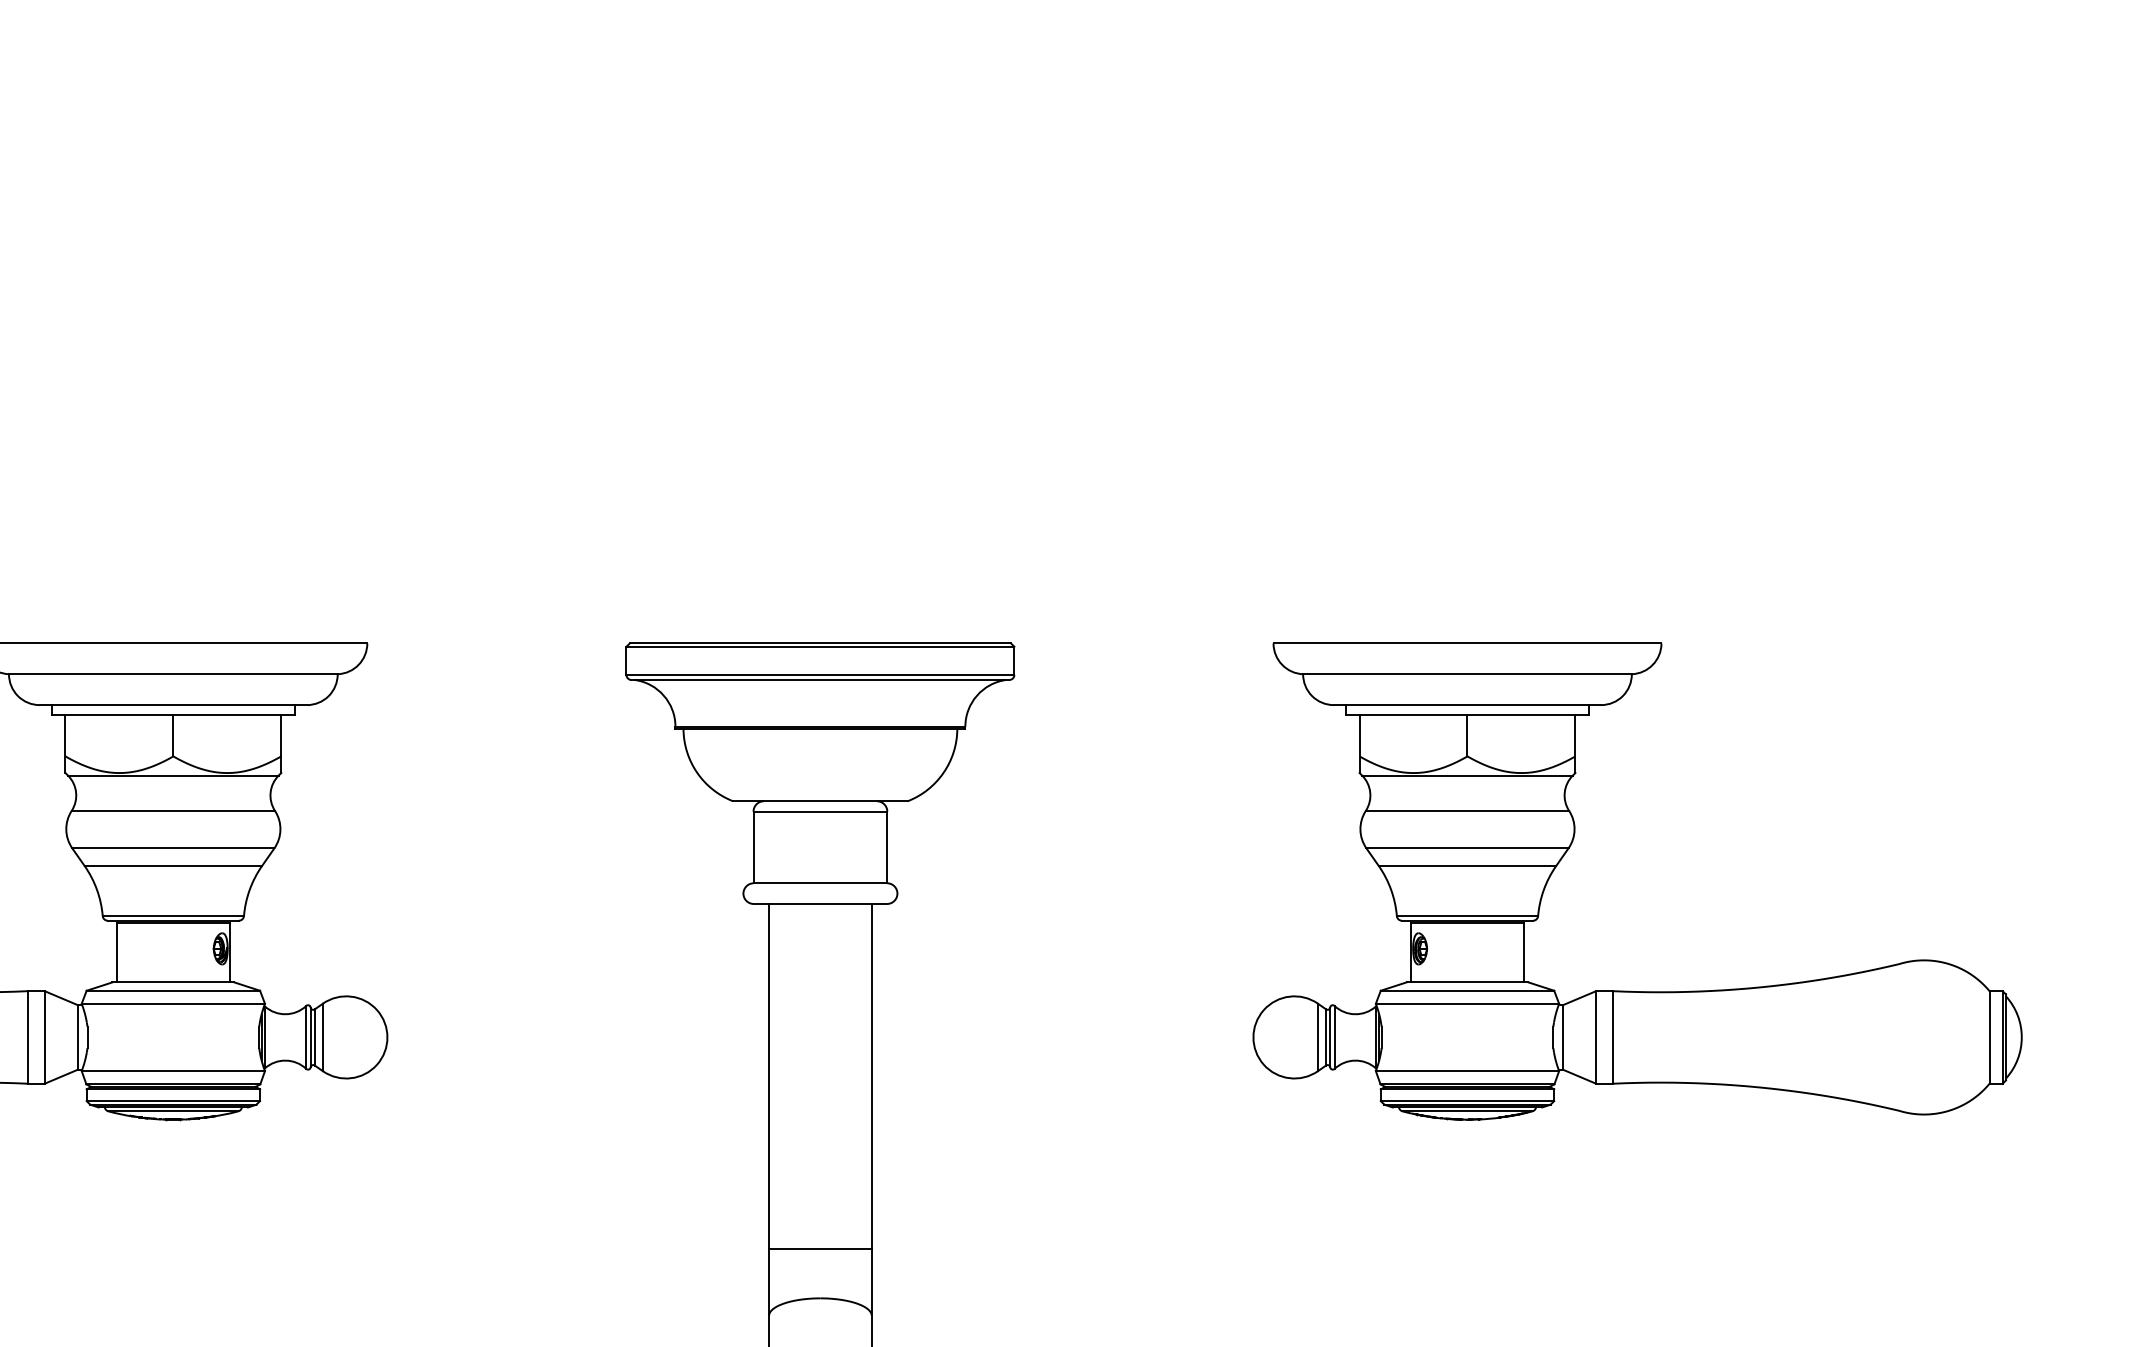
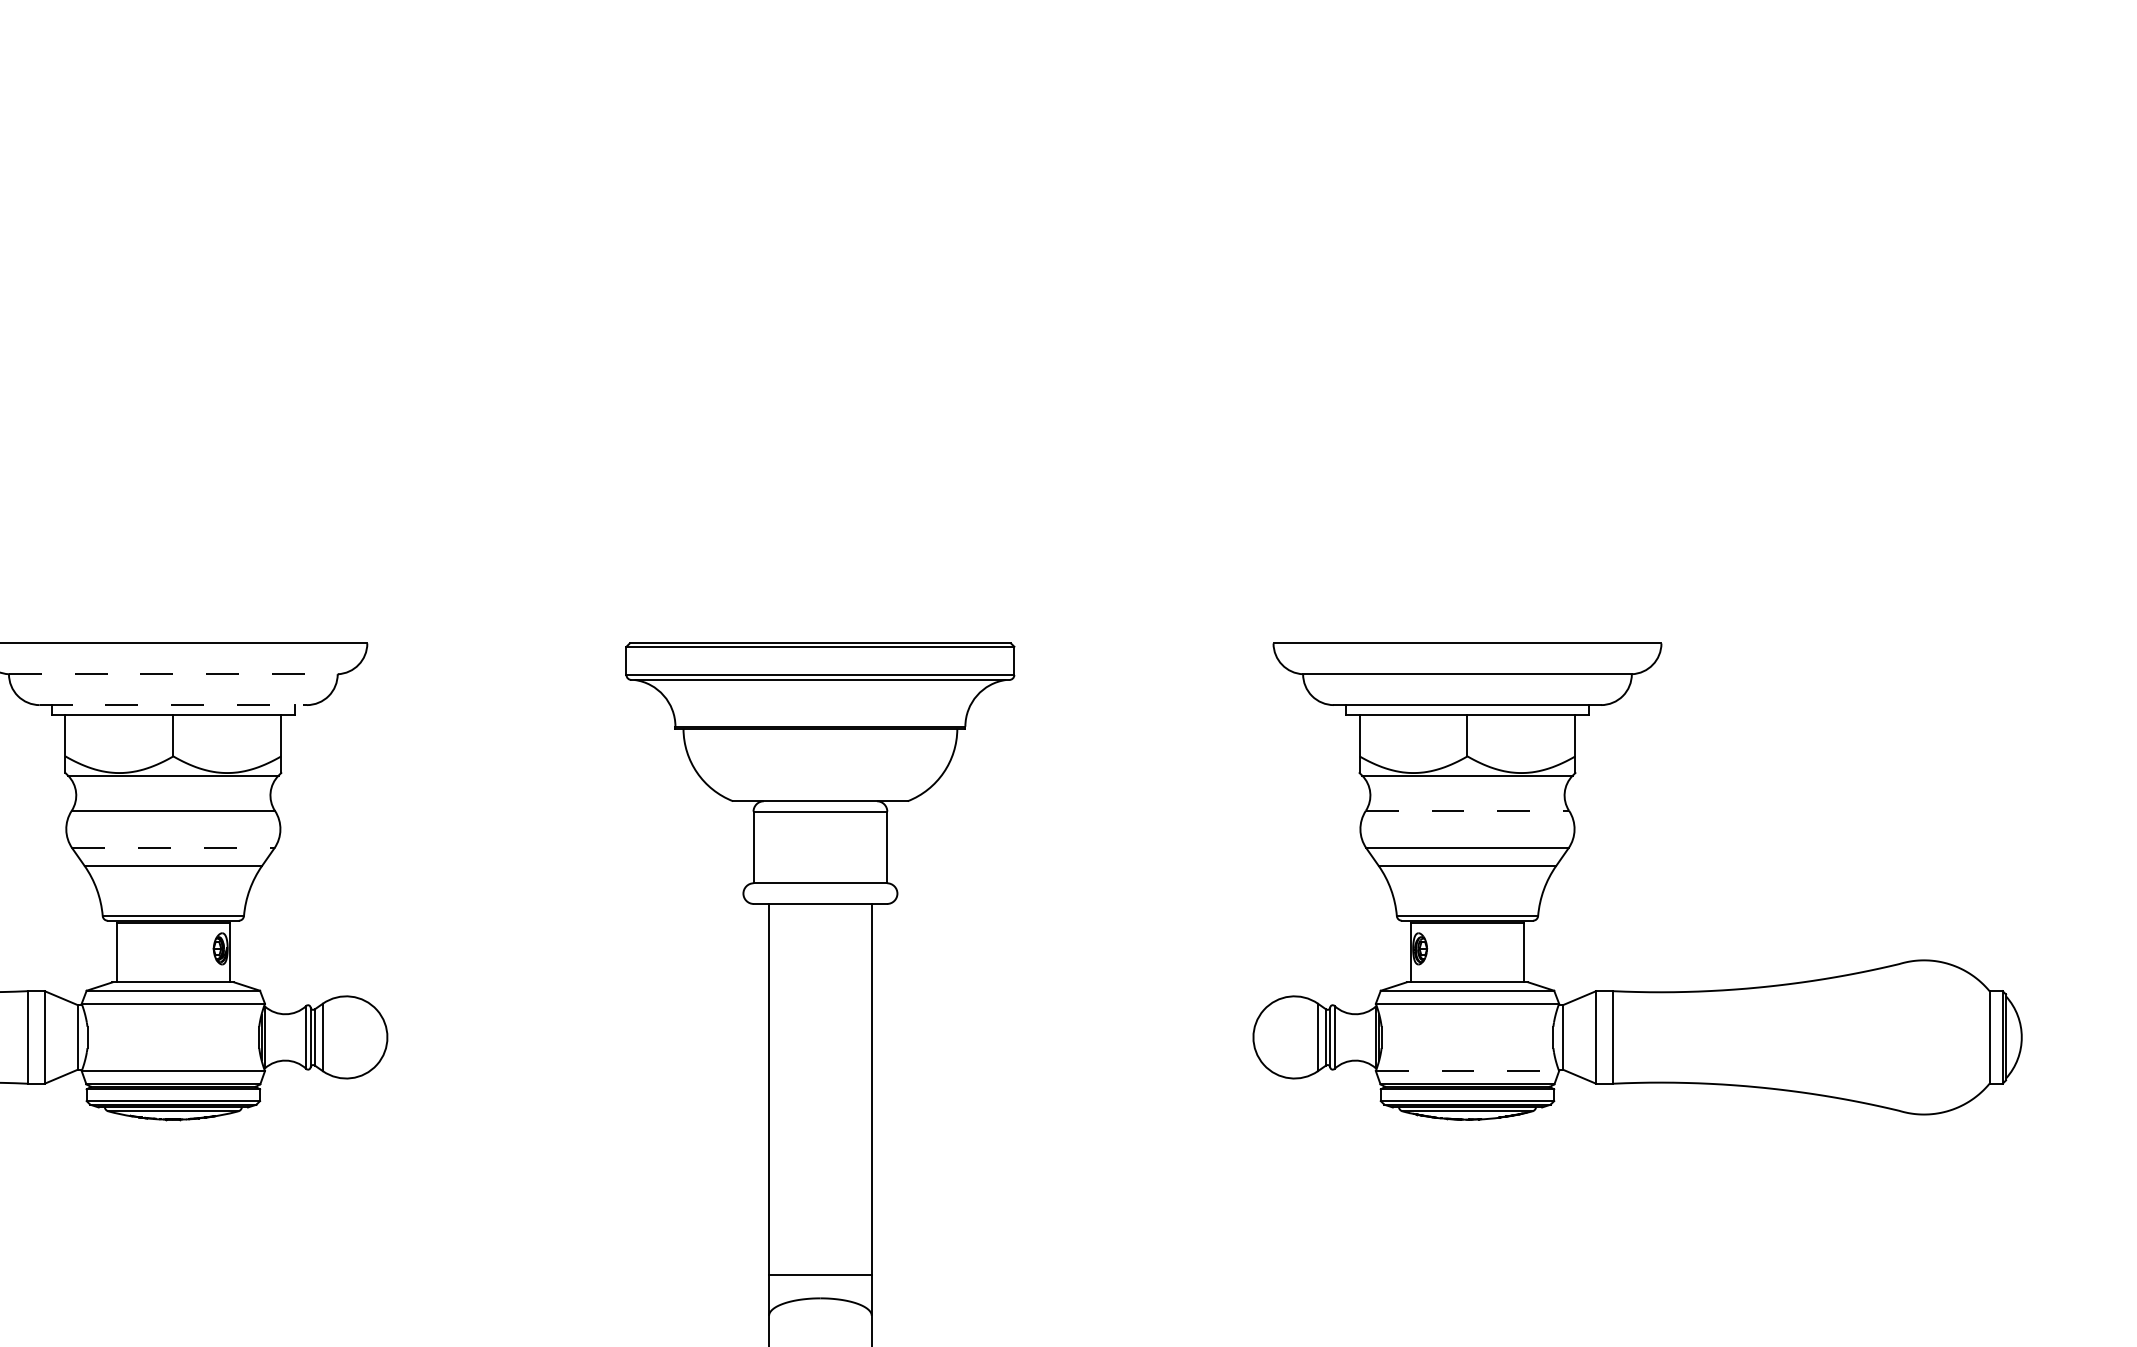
line at (173, 674): solid -> dashed
line at (173, 705): solid -> dashed
line at (1467, 810): solid -> dashed
line at (173, 848): solid -> dashed
line at (1467, 1071): solid -> dashed
line at (820, 1249) position: (820, 1249) -> (820, 1275)
